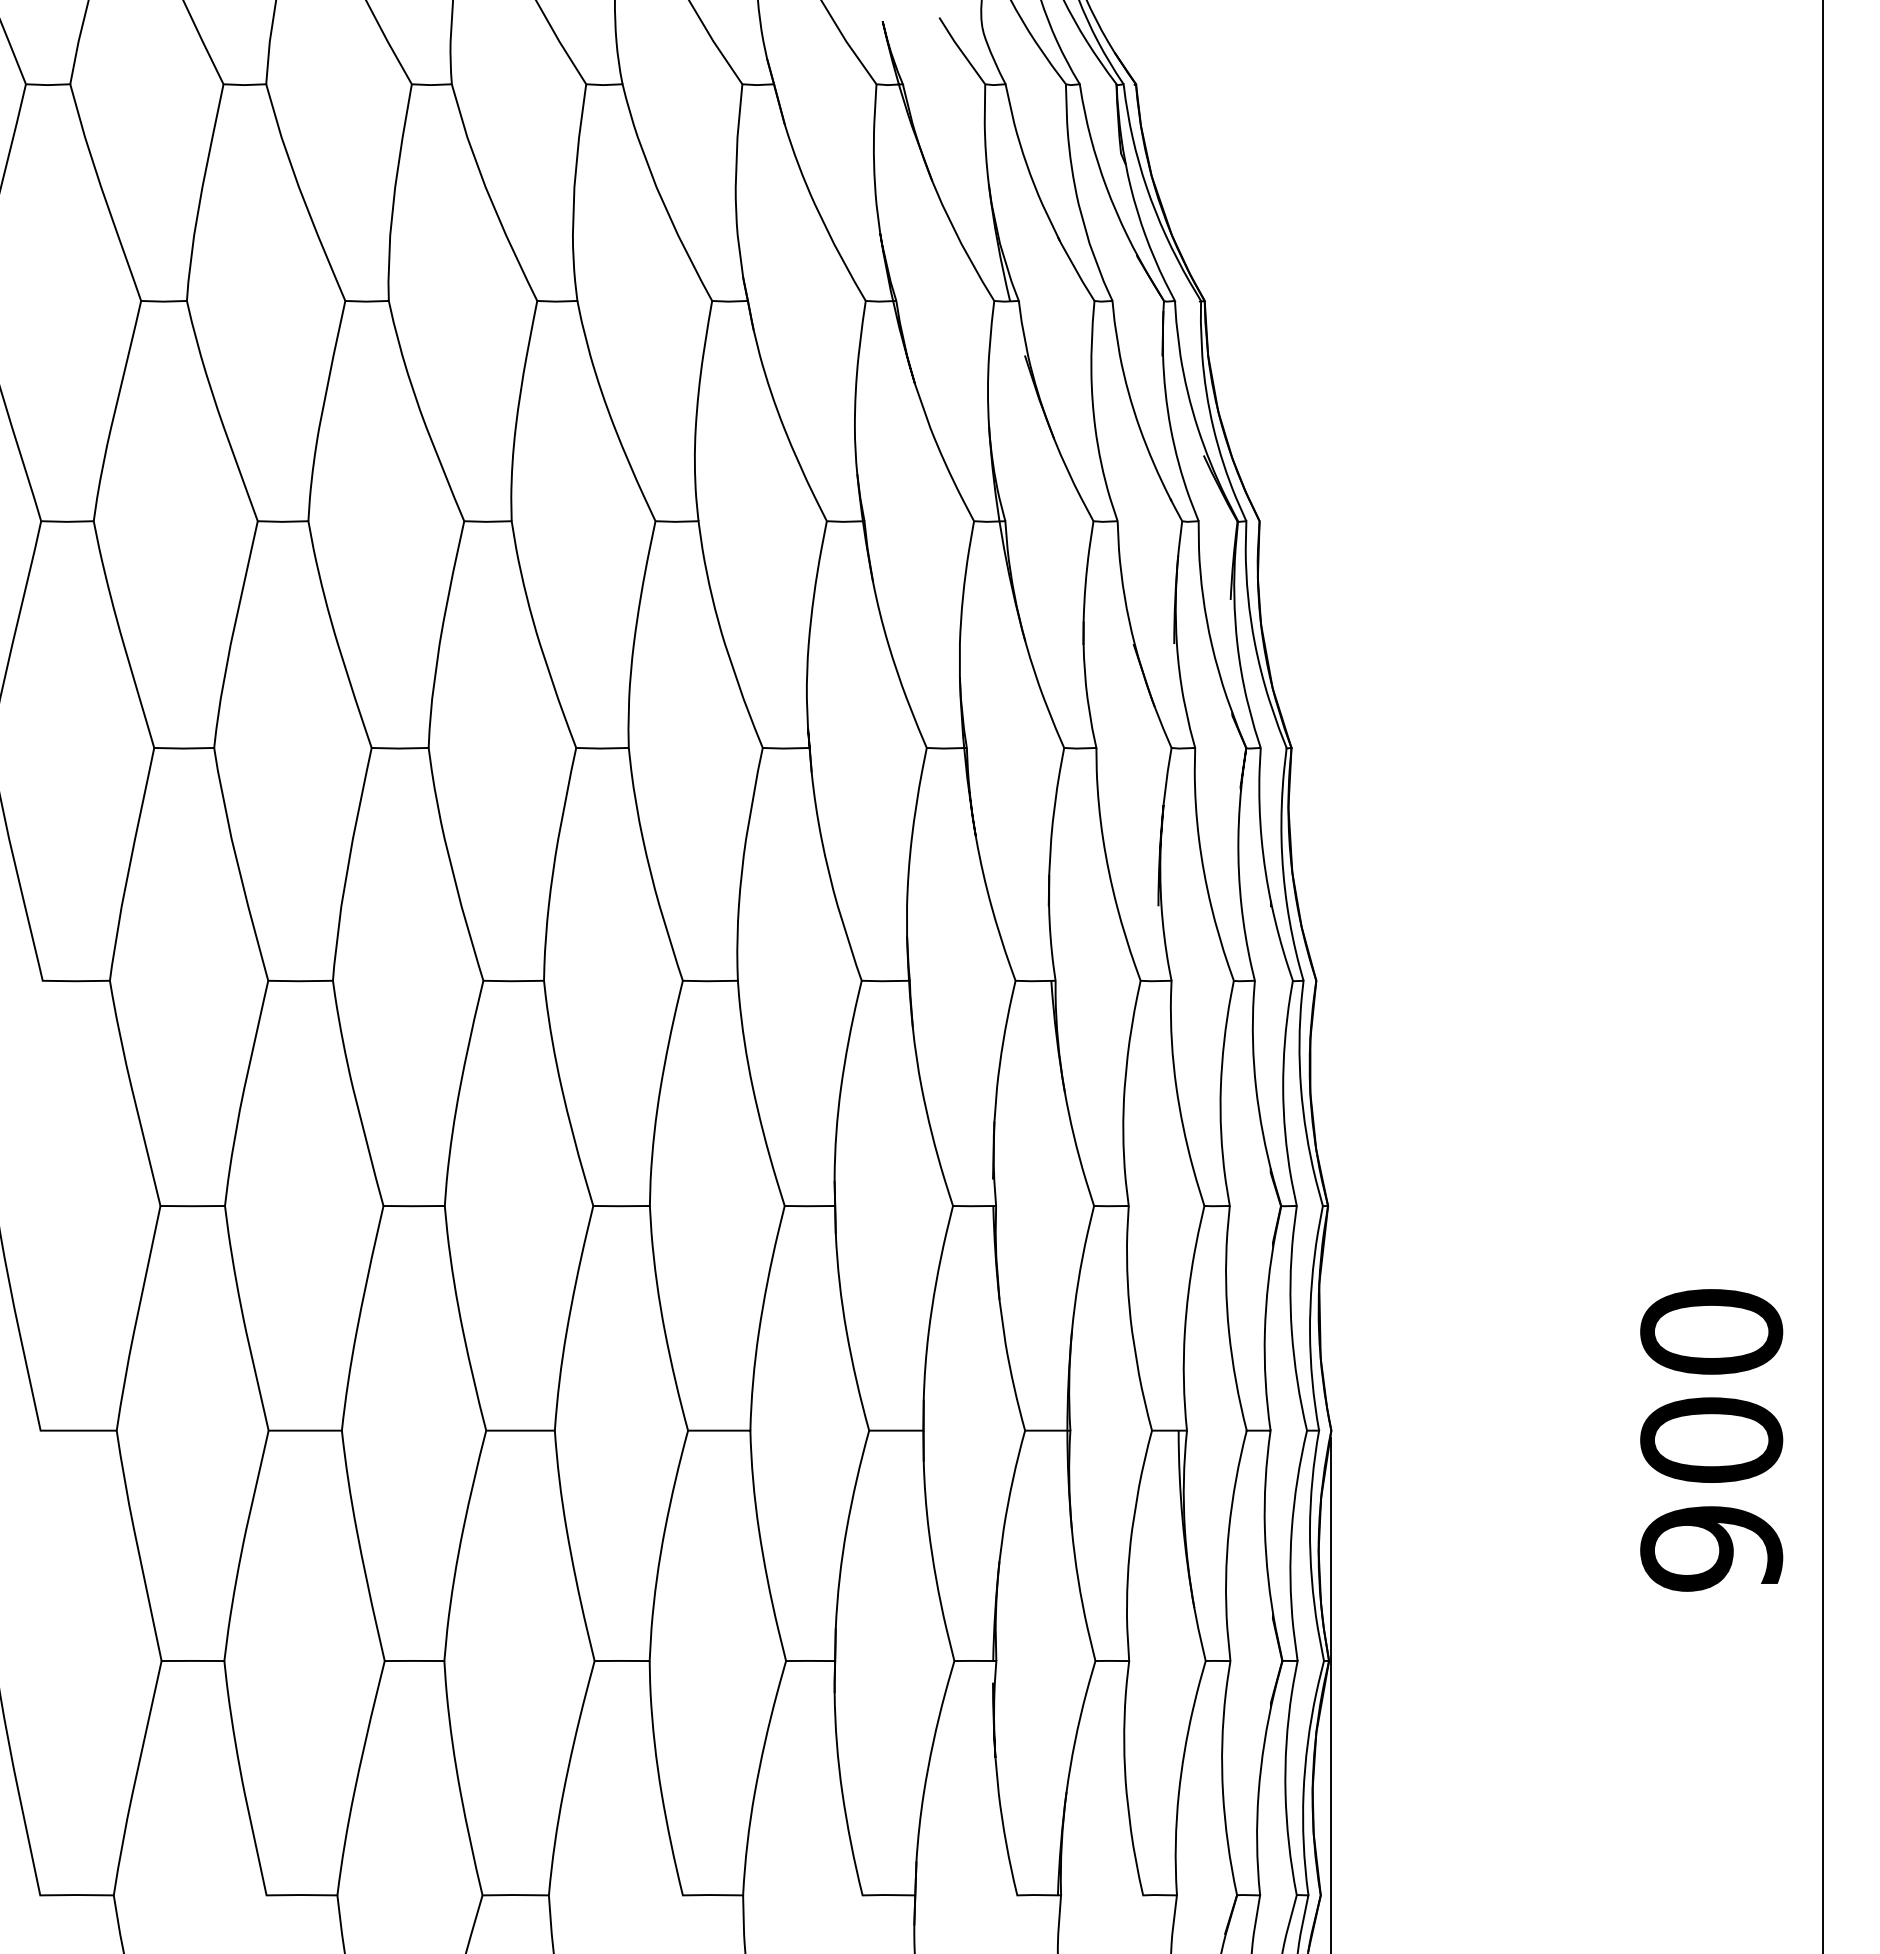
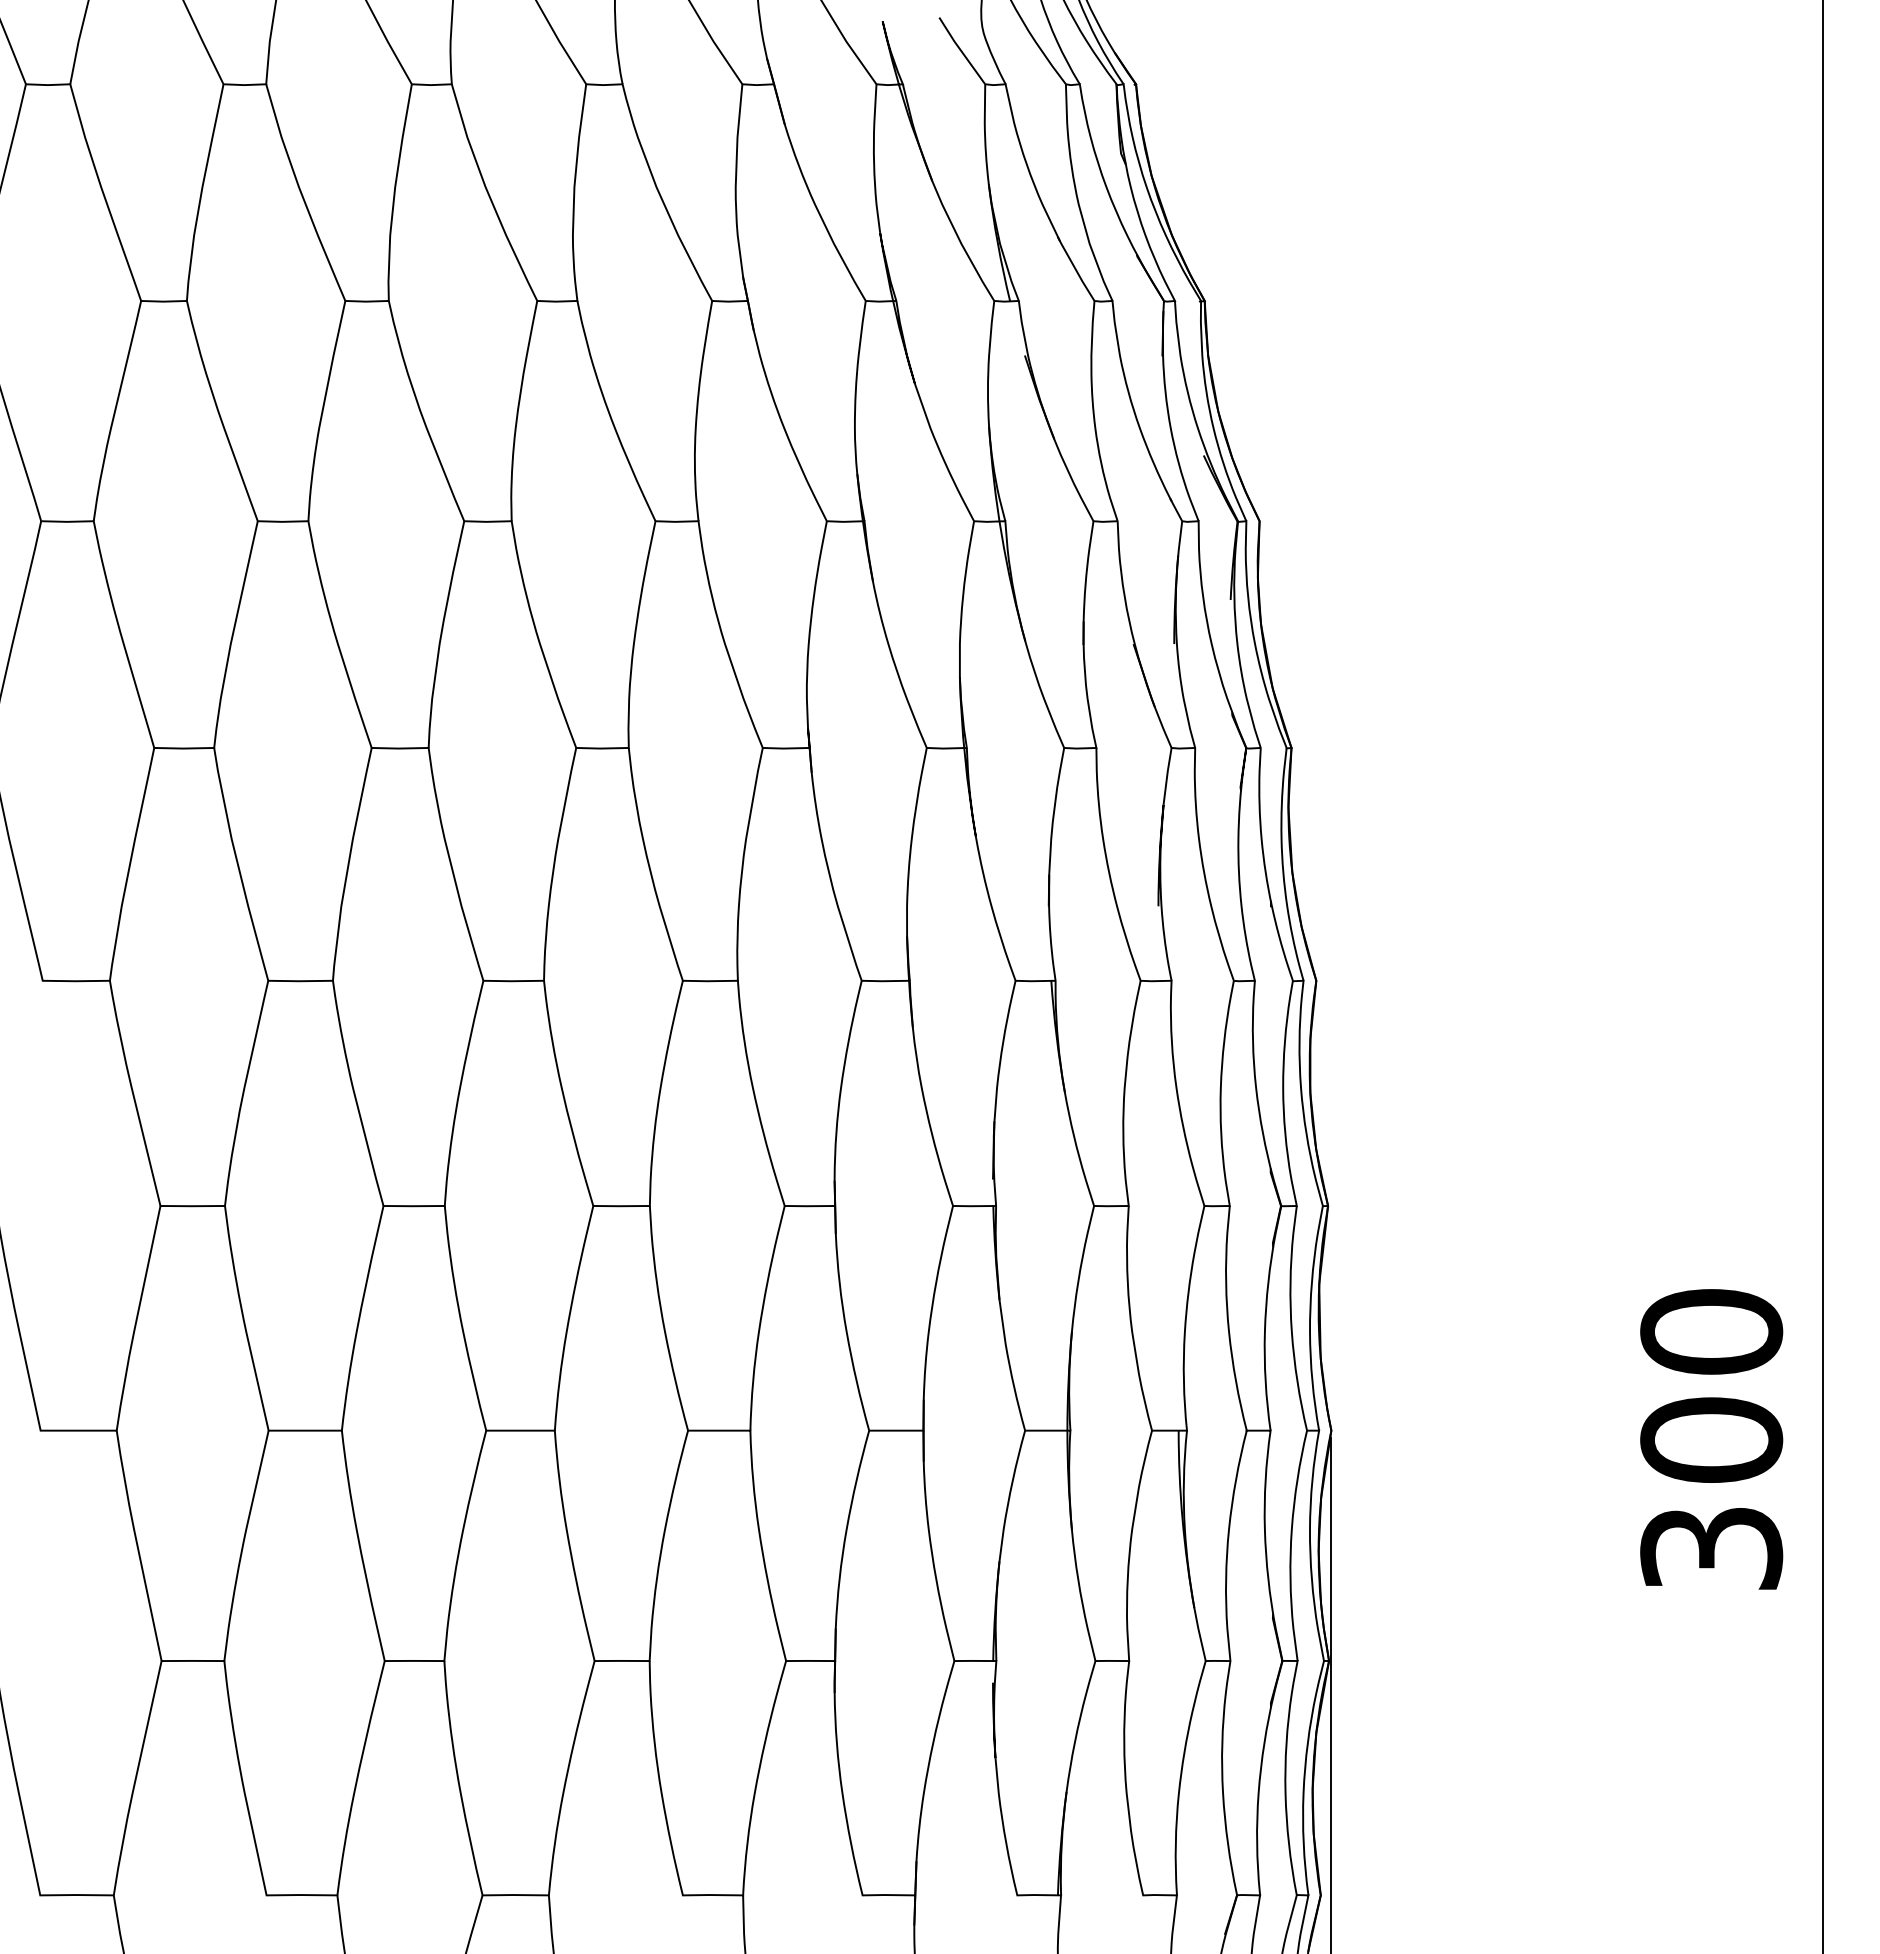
text at (1711, 1548): 900 -> 300
